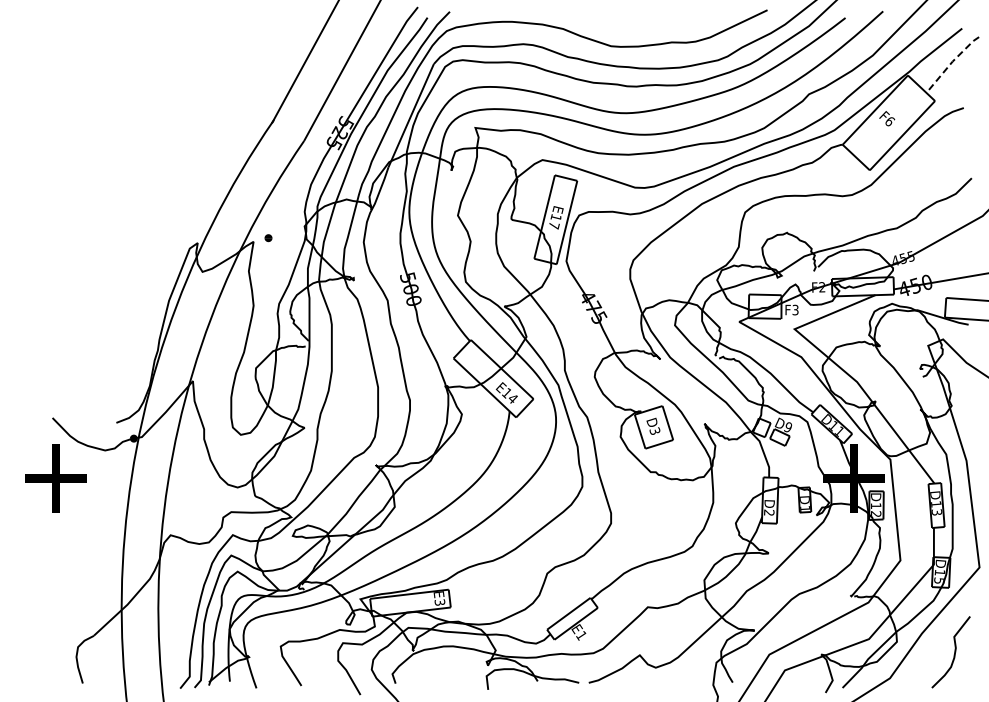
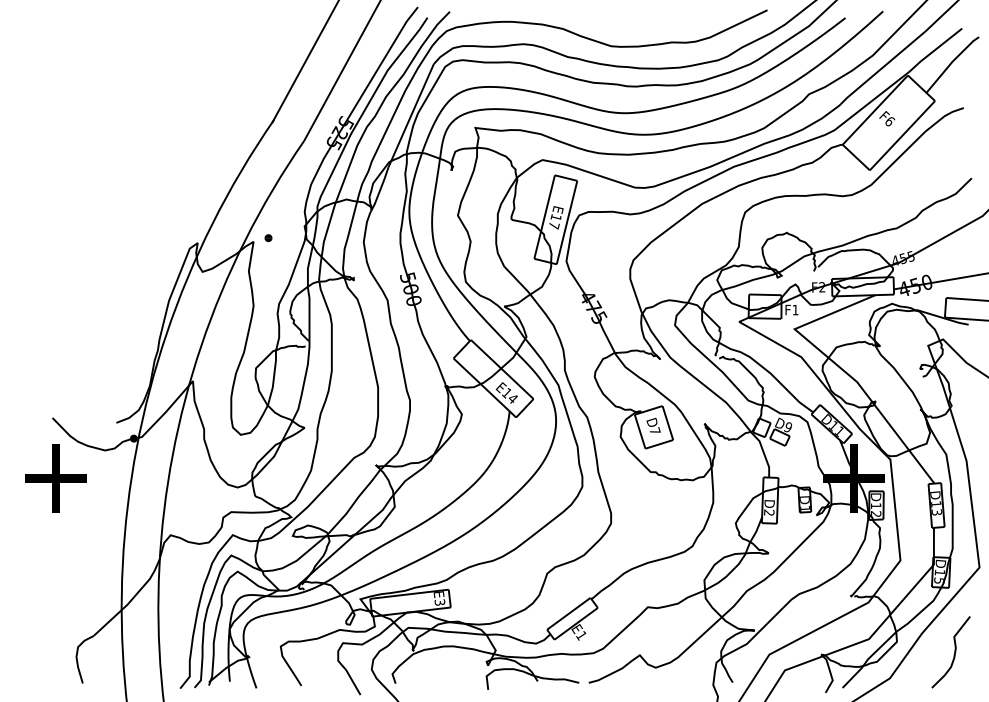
line at (952, 62): dashed -> solid
text at (795, 309): F3 -> F1
text at (654, 430): D3 -> D7
